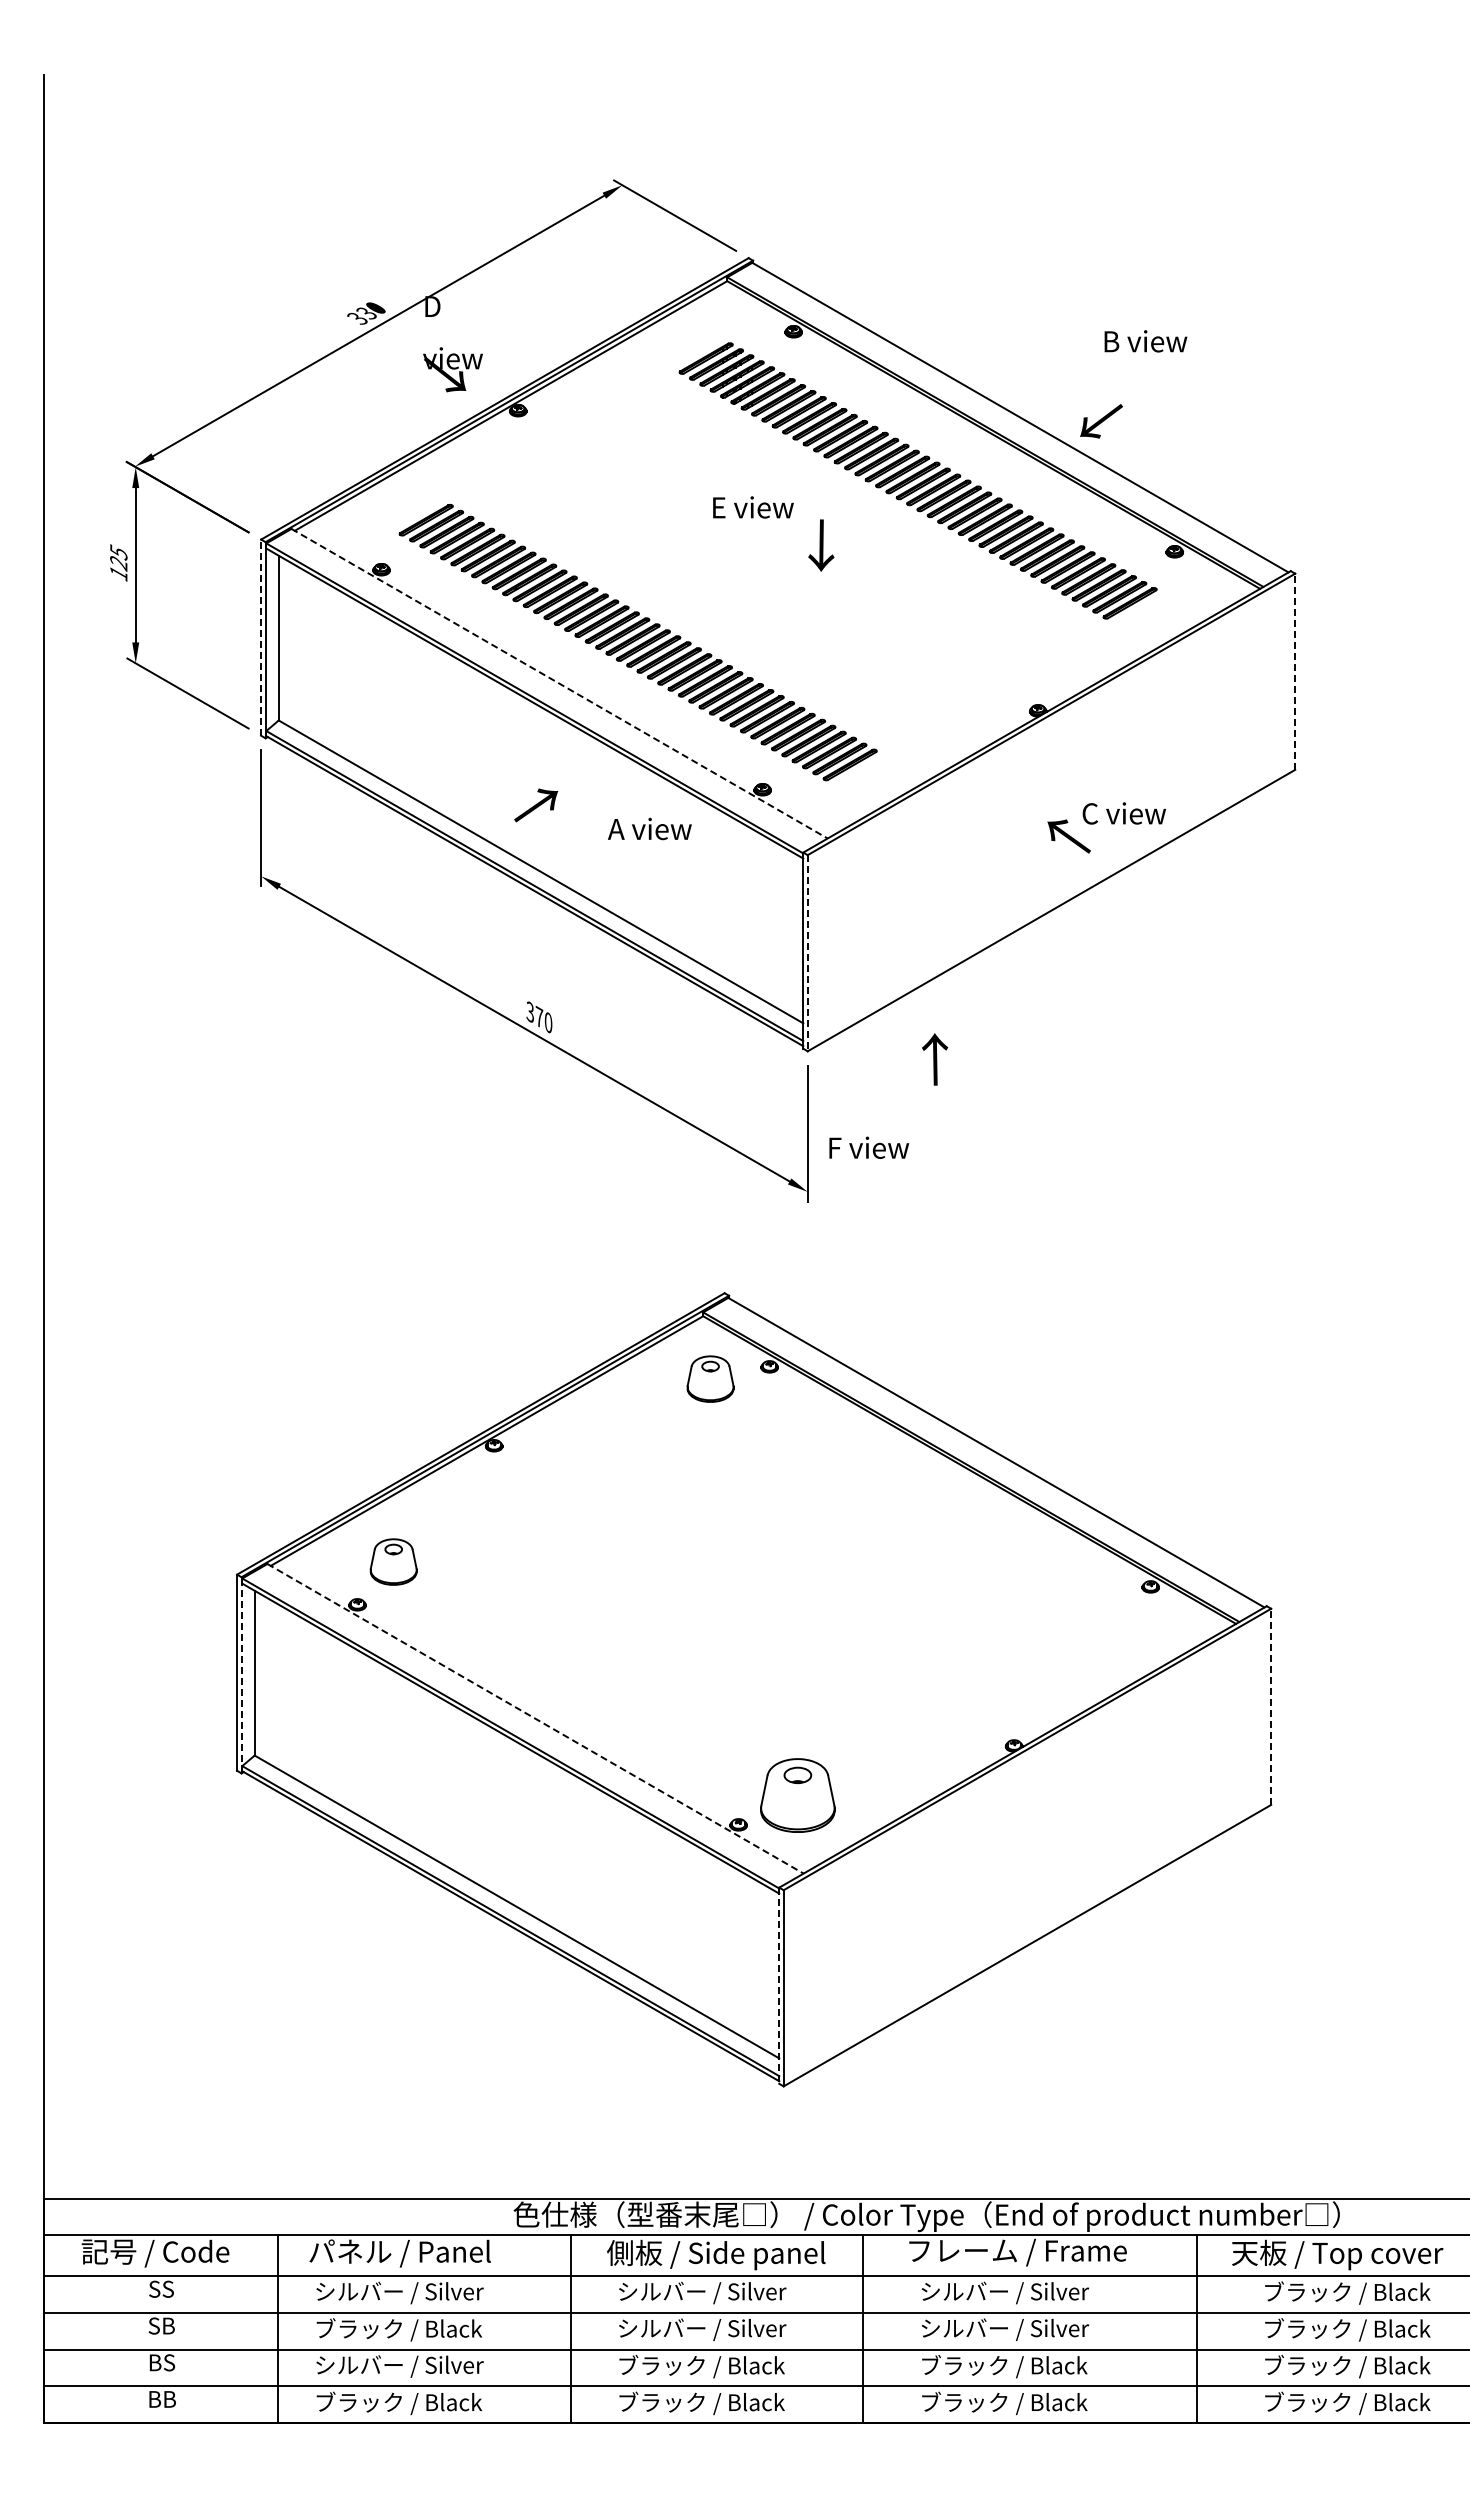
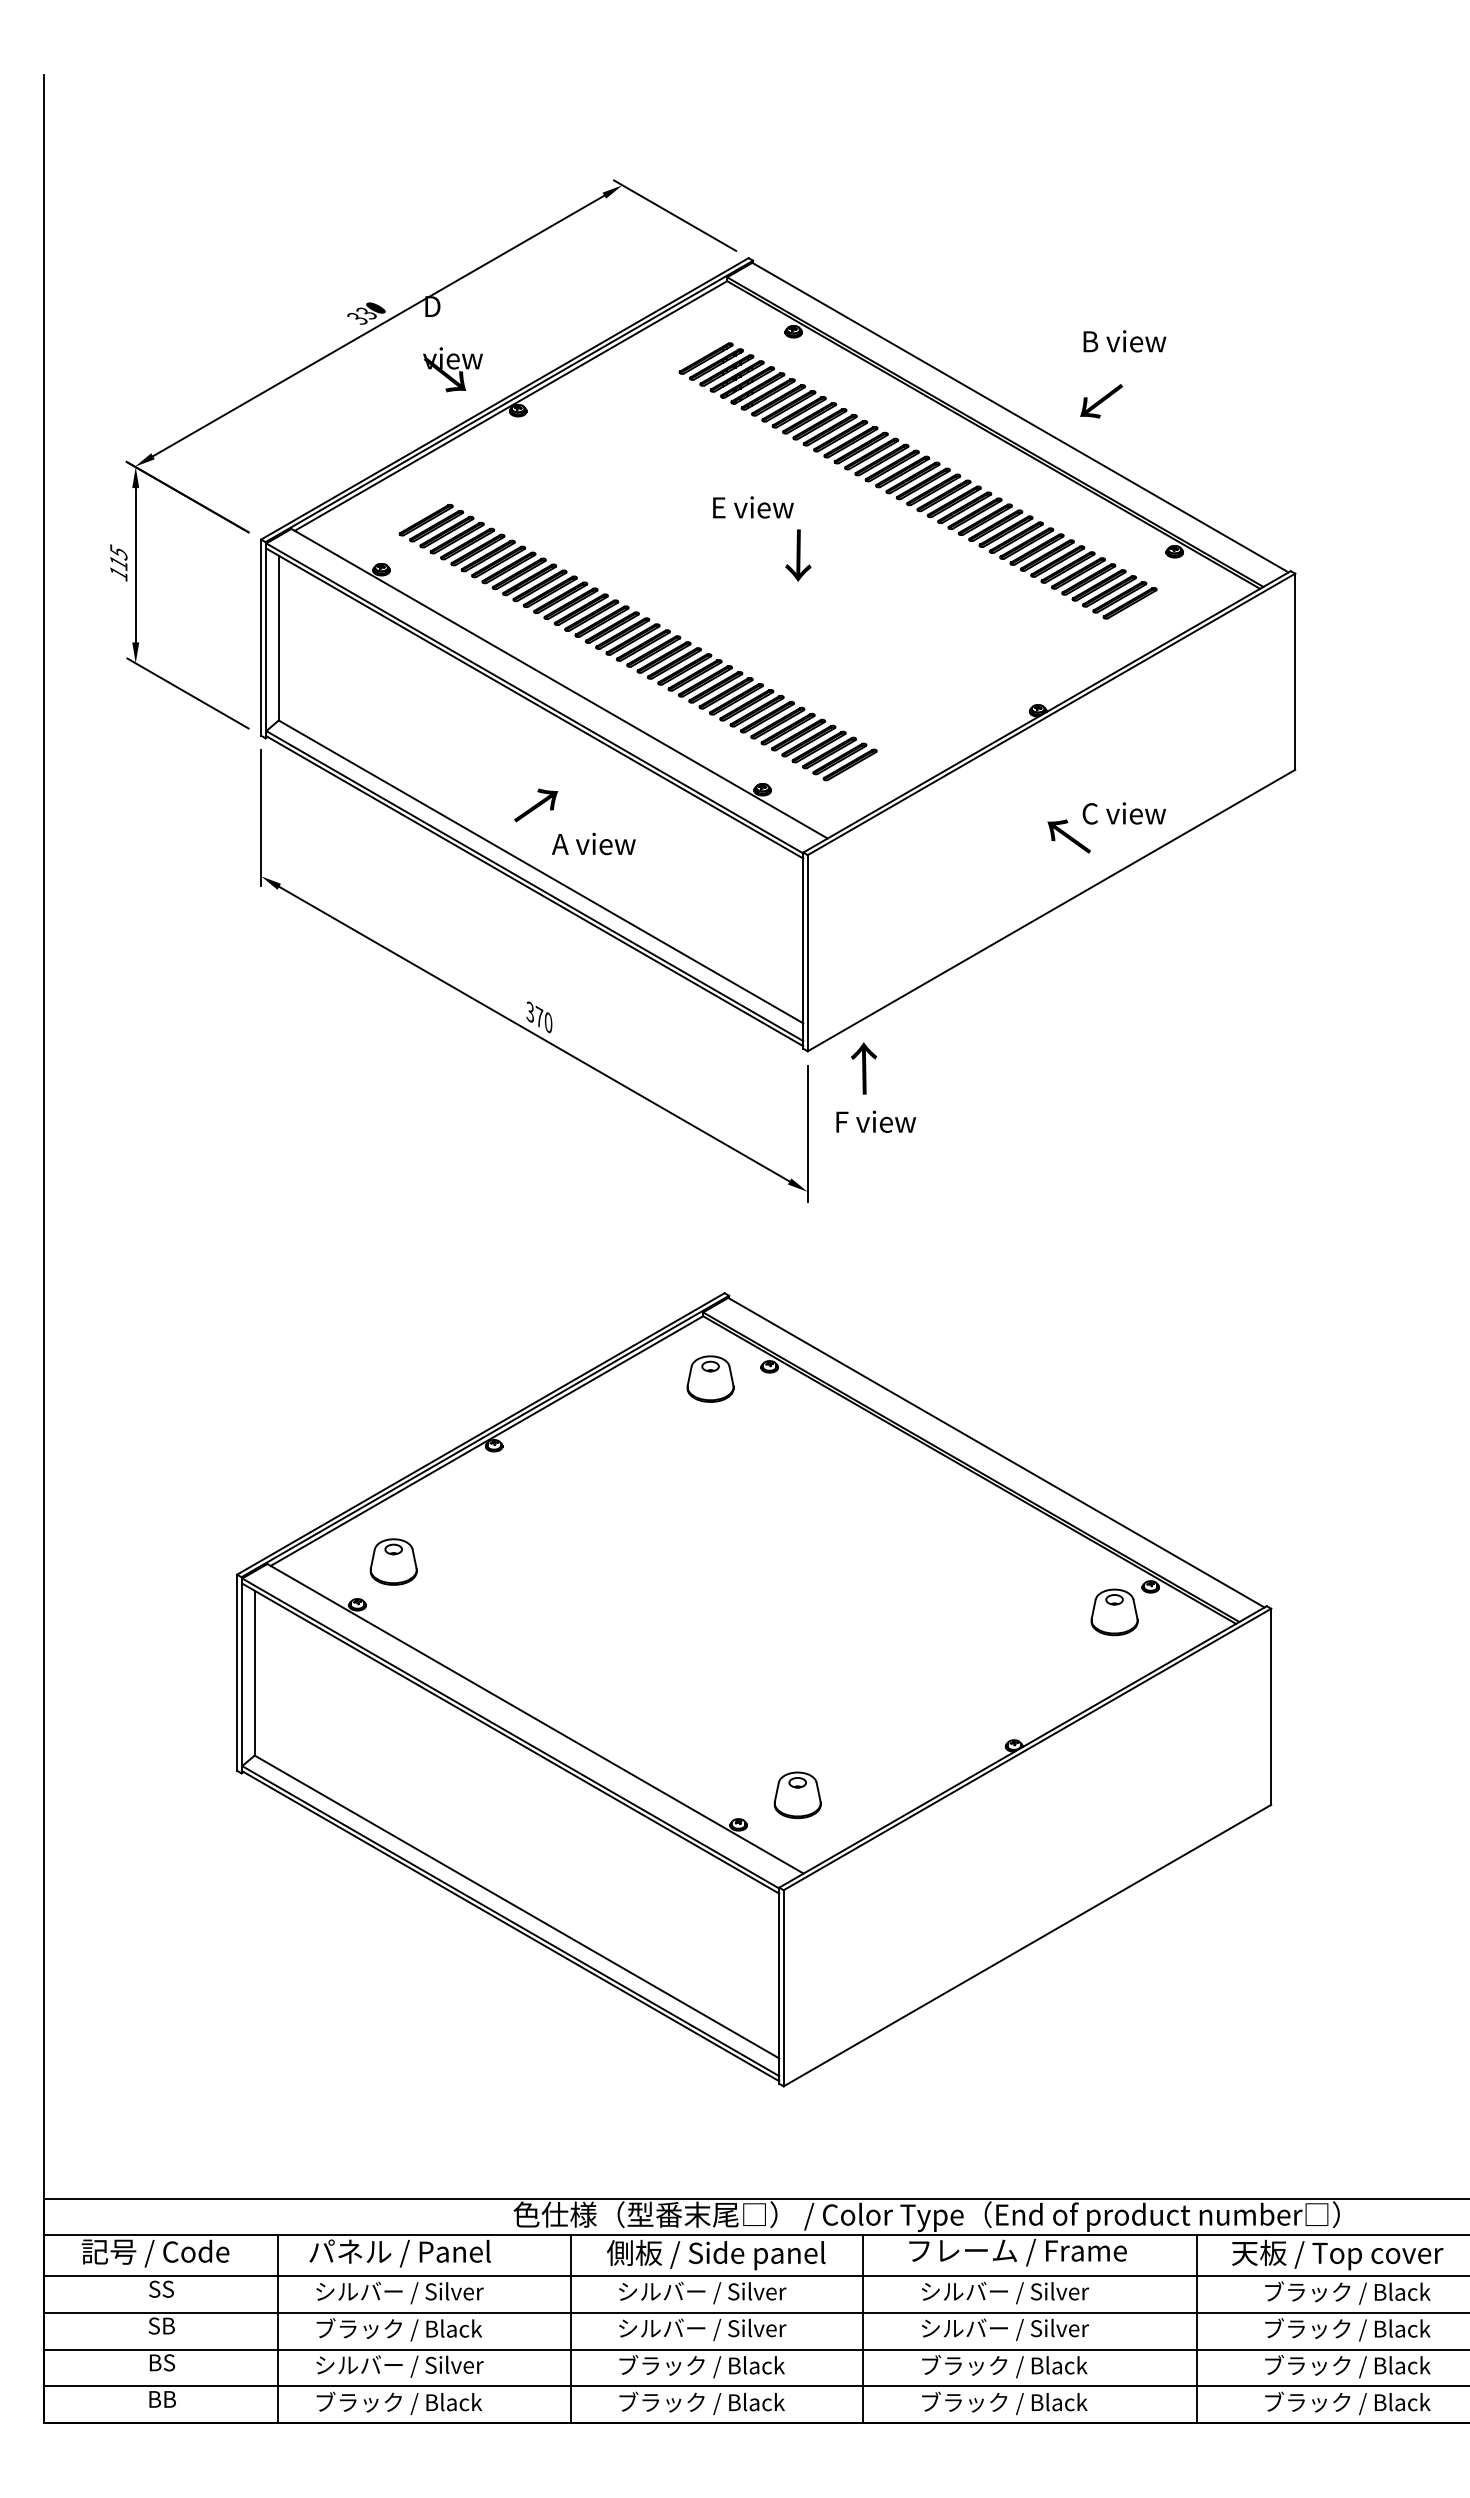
text at (1145, 341) position: (1145, 341) -> (1124, 341)
text at (1101, 421) position: (1101, 421) -> (1101, 401)
text at (821, 545) position: (821, 545) -> (798, 555)
text at (118, 563): 125 -> 115
line at (261, 637): dashed -> solid
line at (1295, 671): dashed -> solid
line at (559, 683): dashed -> solid
text at (649, 828) position: (649, 828) -> (593, 843)
line at (807, 953): dashed -> solid
text at (935, 1059) position: (935, 1059) -> (864, 1068)
text at (869, 1147) position: (869, 1147) -> (876, 1121)
part at (1114, 1612): none -> present
line at (241, 1674): dashed -> solid
line at (1271, 1706): dashed -> solid
line at (535, 1718): dashed -> solid
part at (797, 1795) size: 76x75 px -> 49x48 px
line at (779, 1986): dashed -> solid
